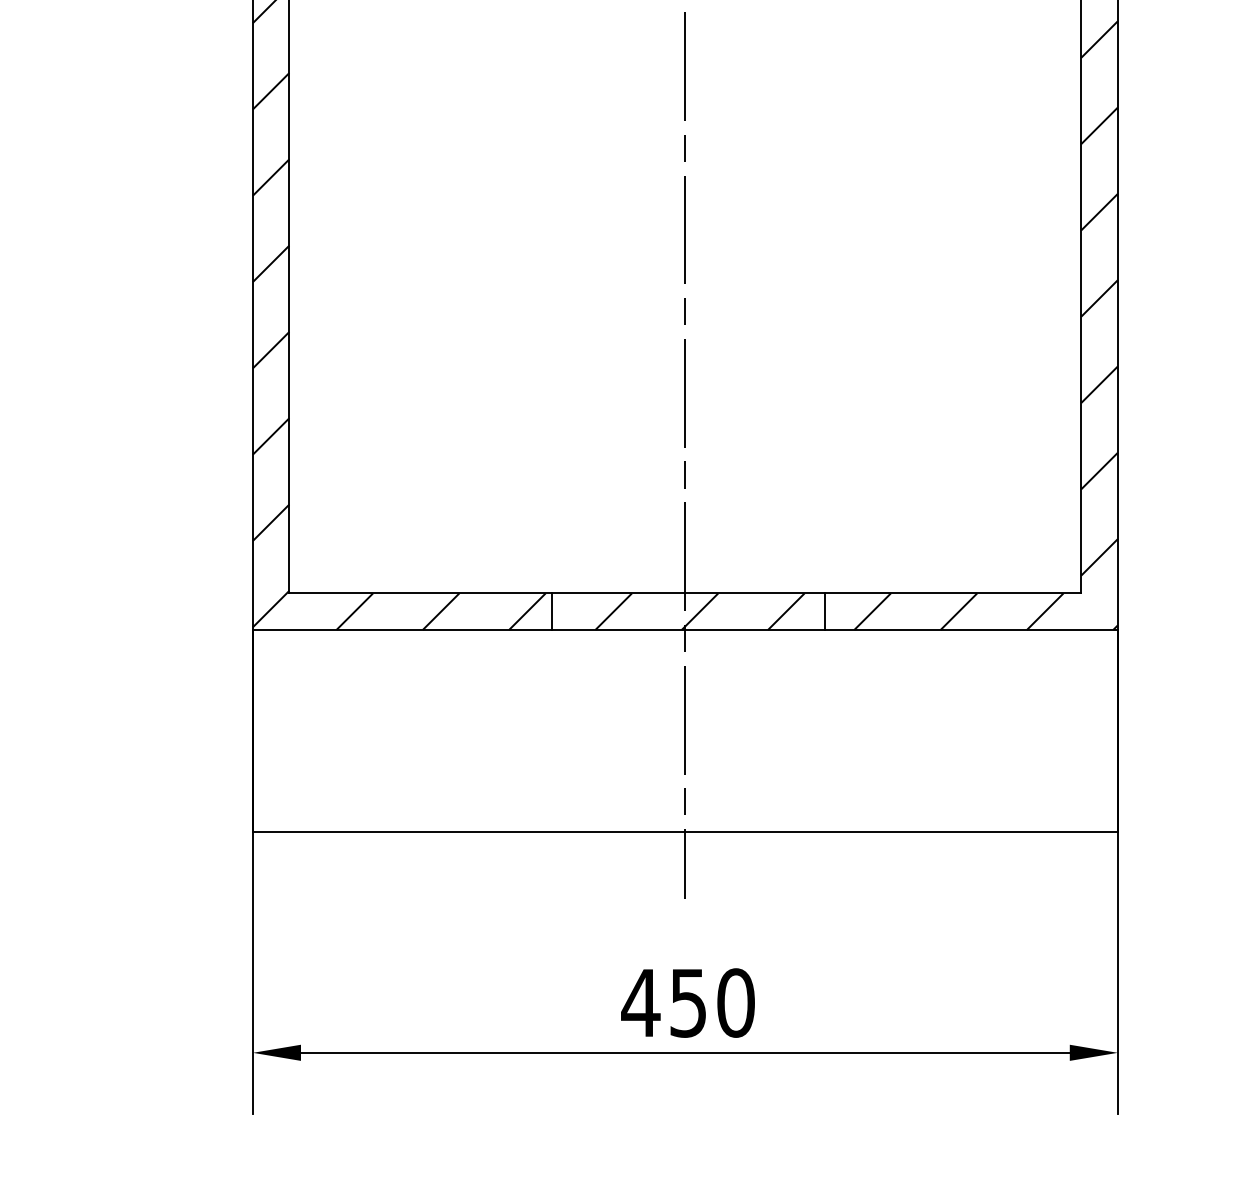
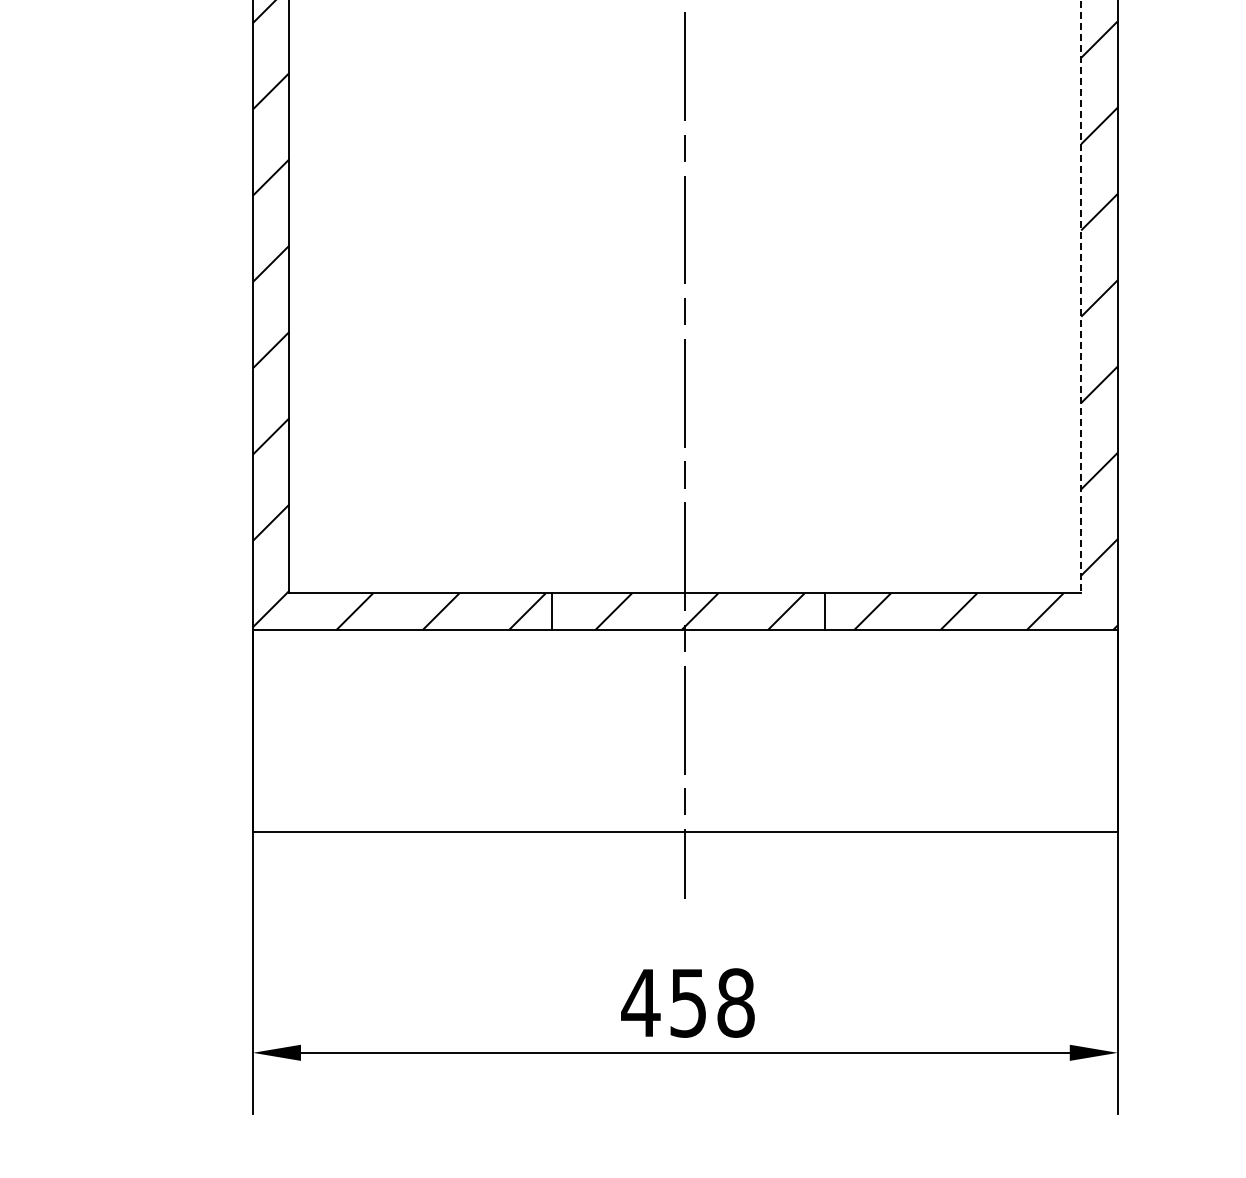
line at (1081, 297): solid -> dashed
text at (735, 1002): 450 -> 458
